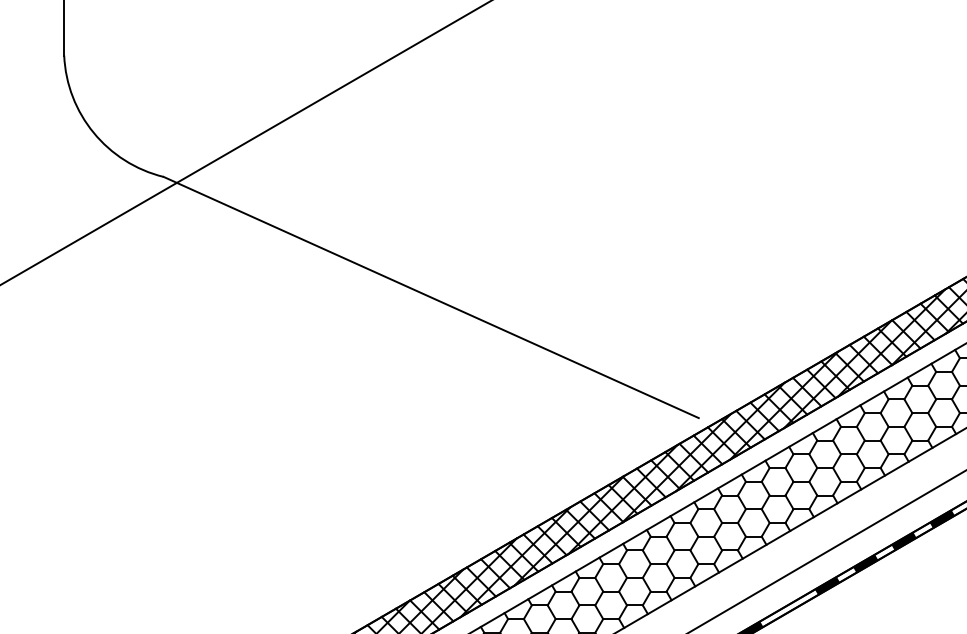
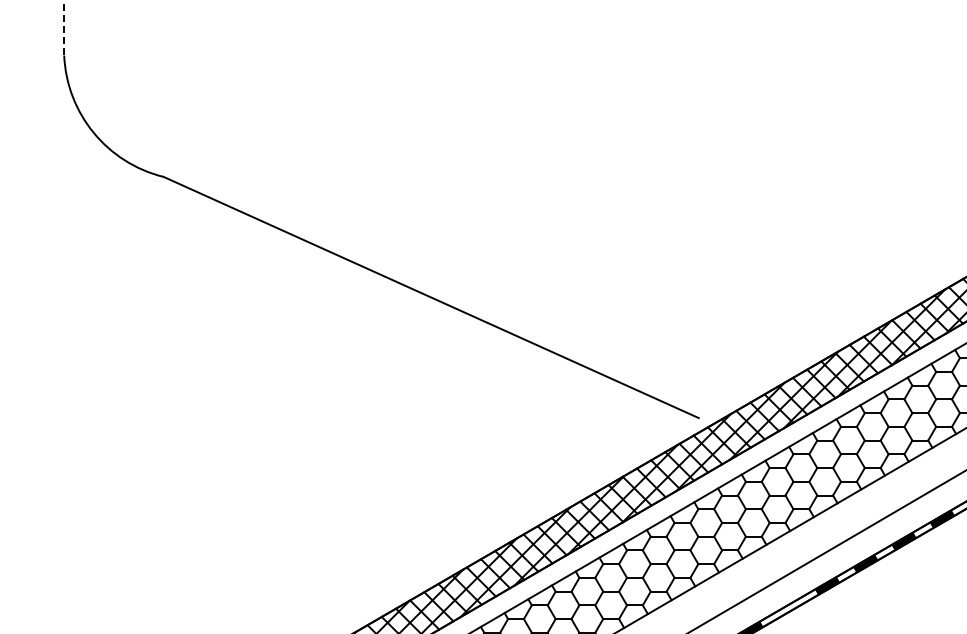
line at (64, 28): solid -> dashed
line at (245, 143): present -> none
